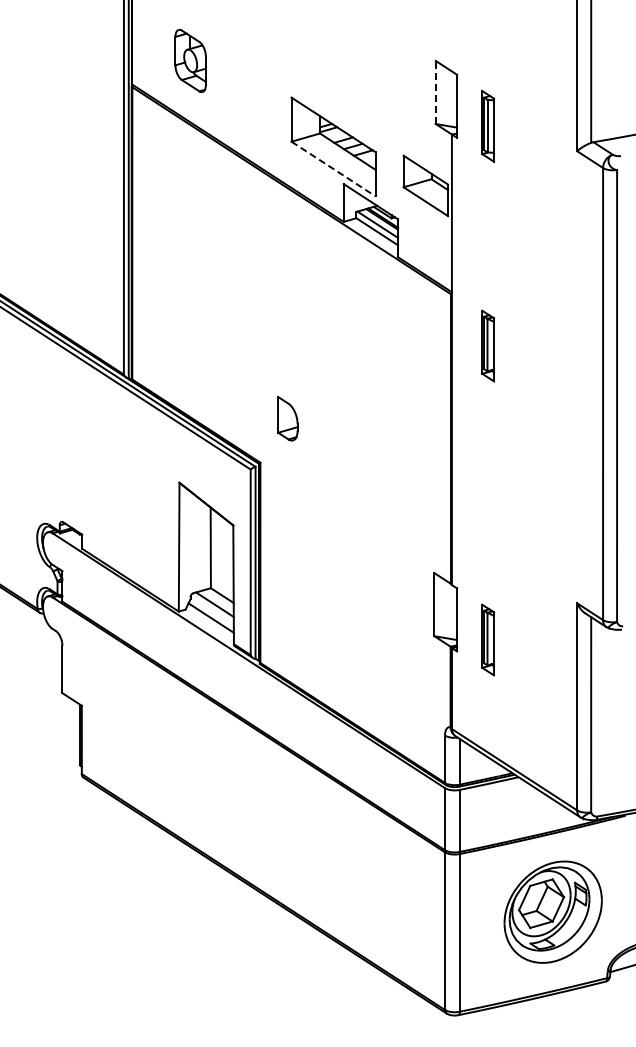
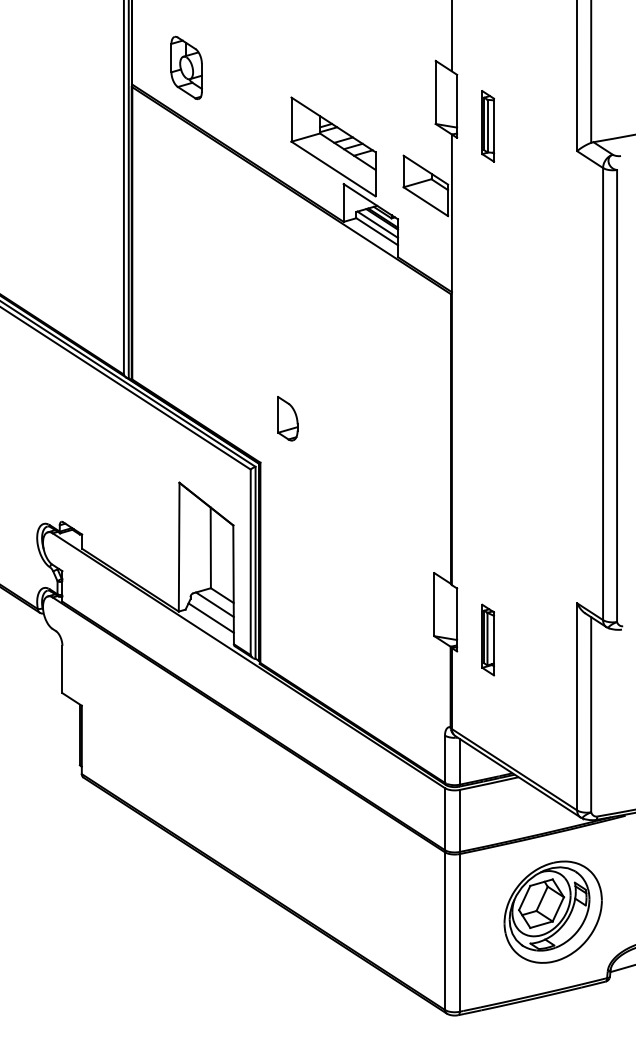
line at (451, 36): none -> present
part at (190, 60) position: (190, 60) -> (186, 67)
line at (435, 92): dashed -> solid
line at (333, 169): dashed -> solid
part at (487, 345): present -> none
